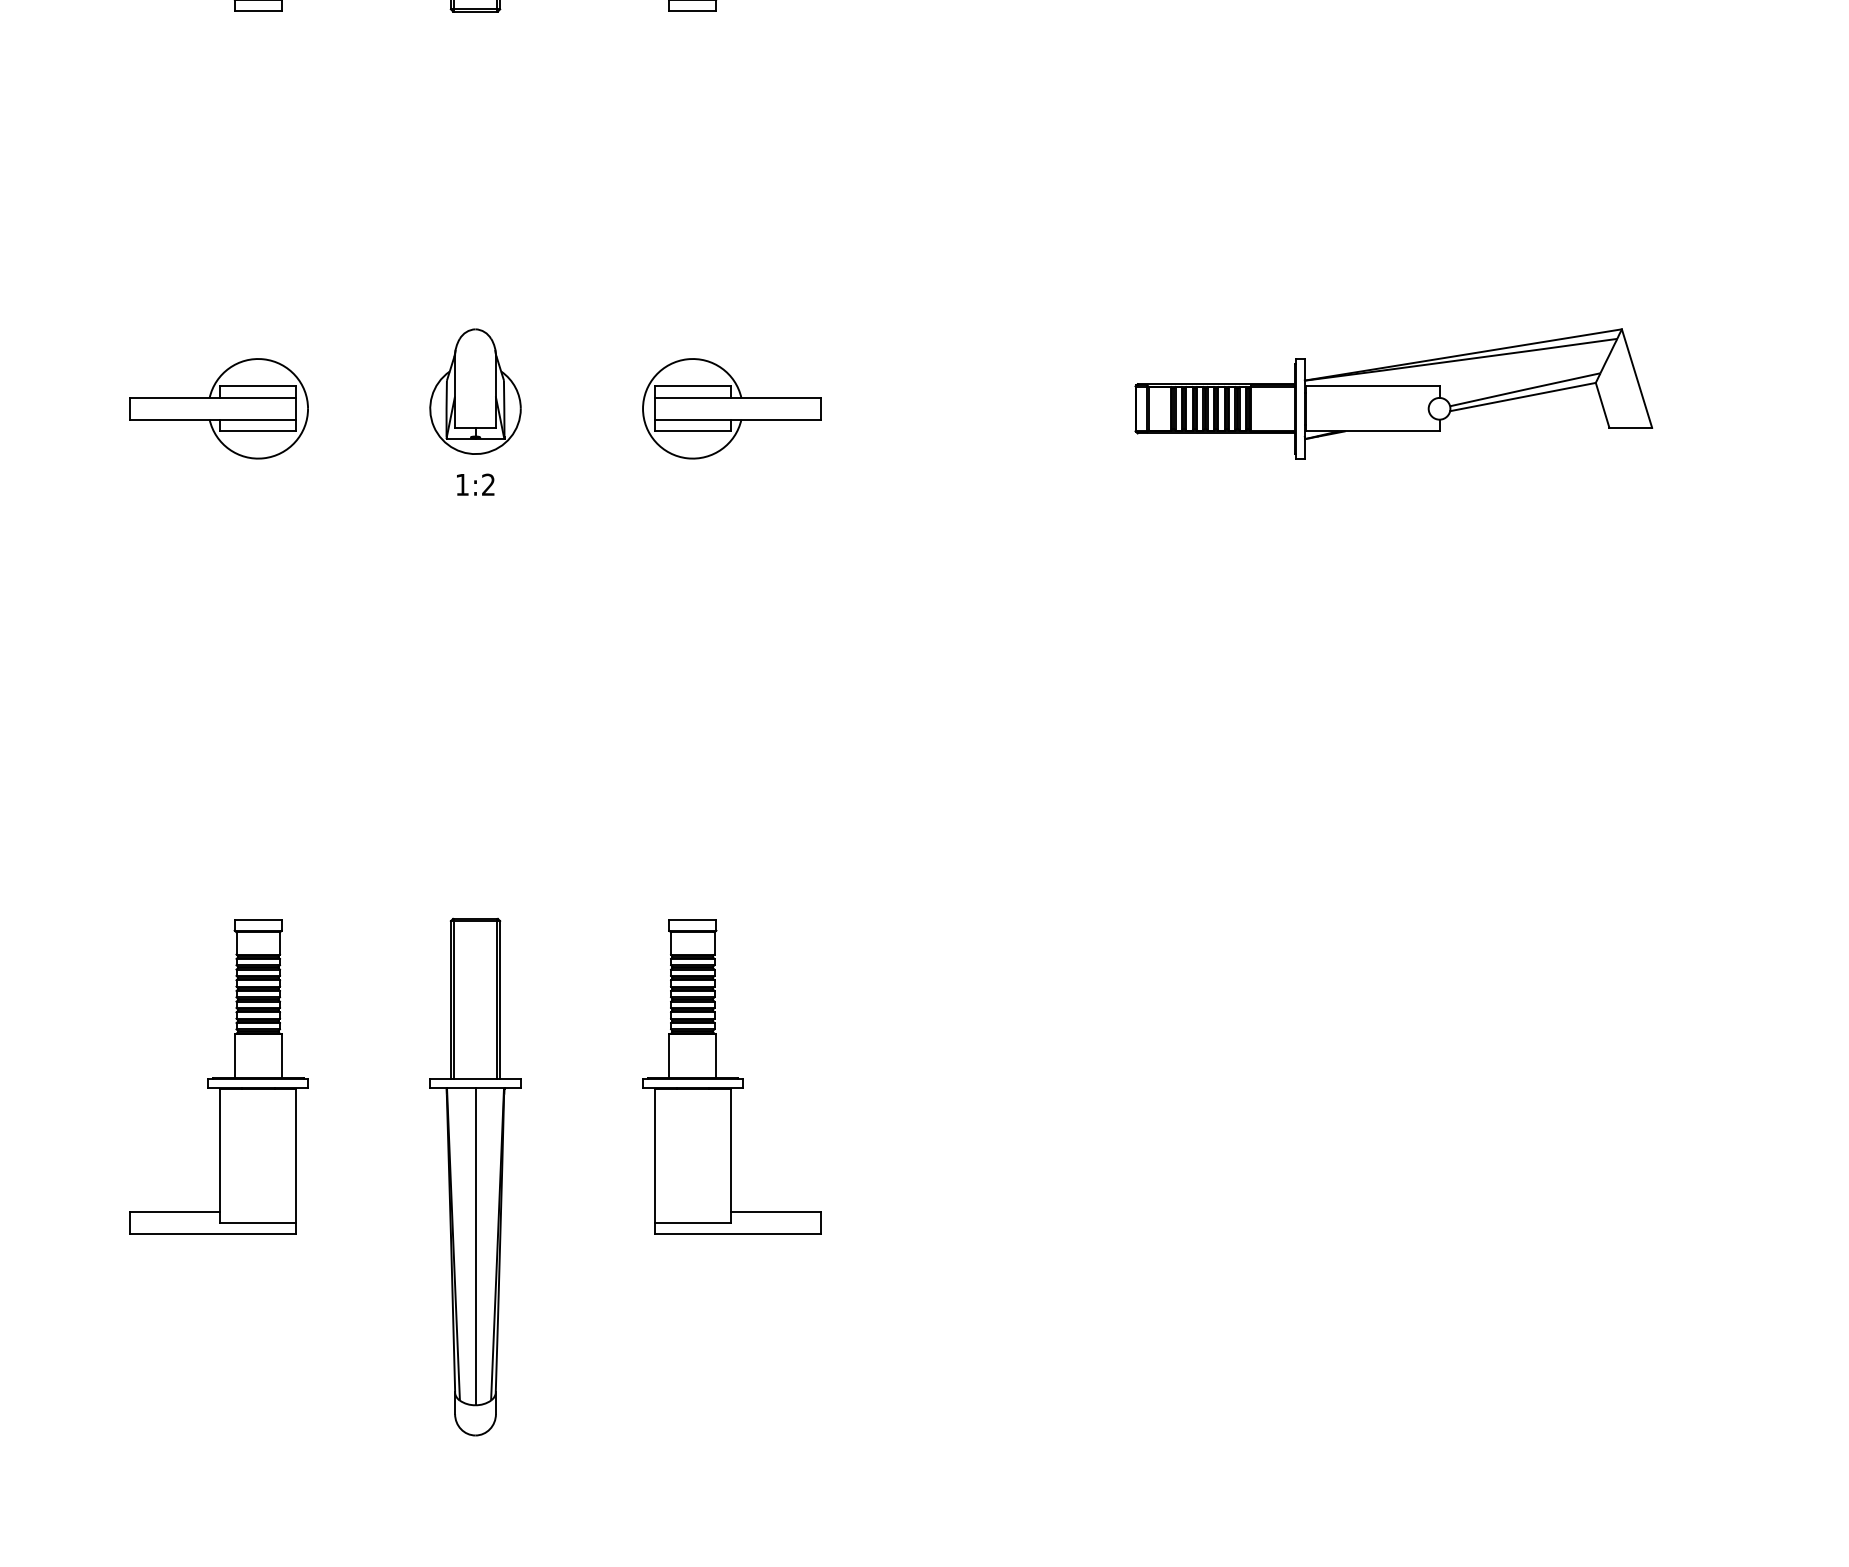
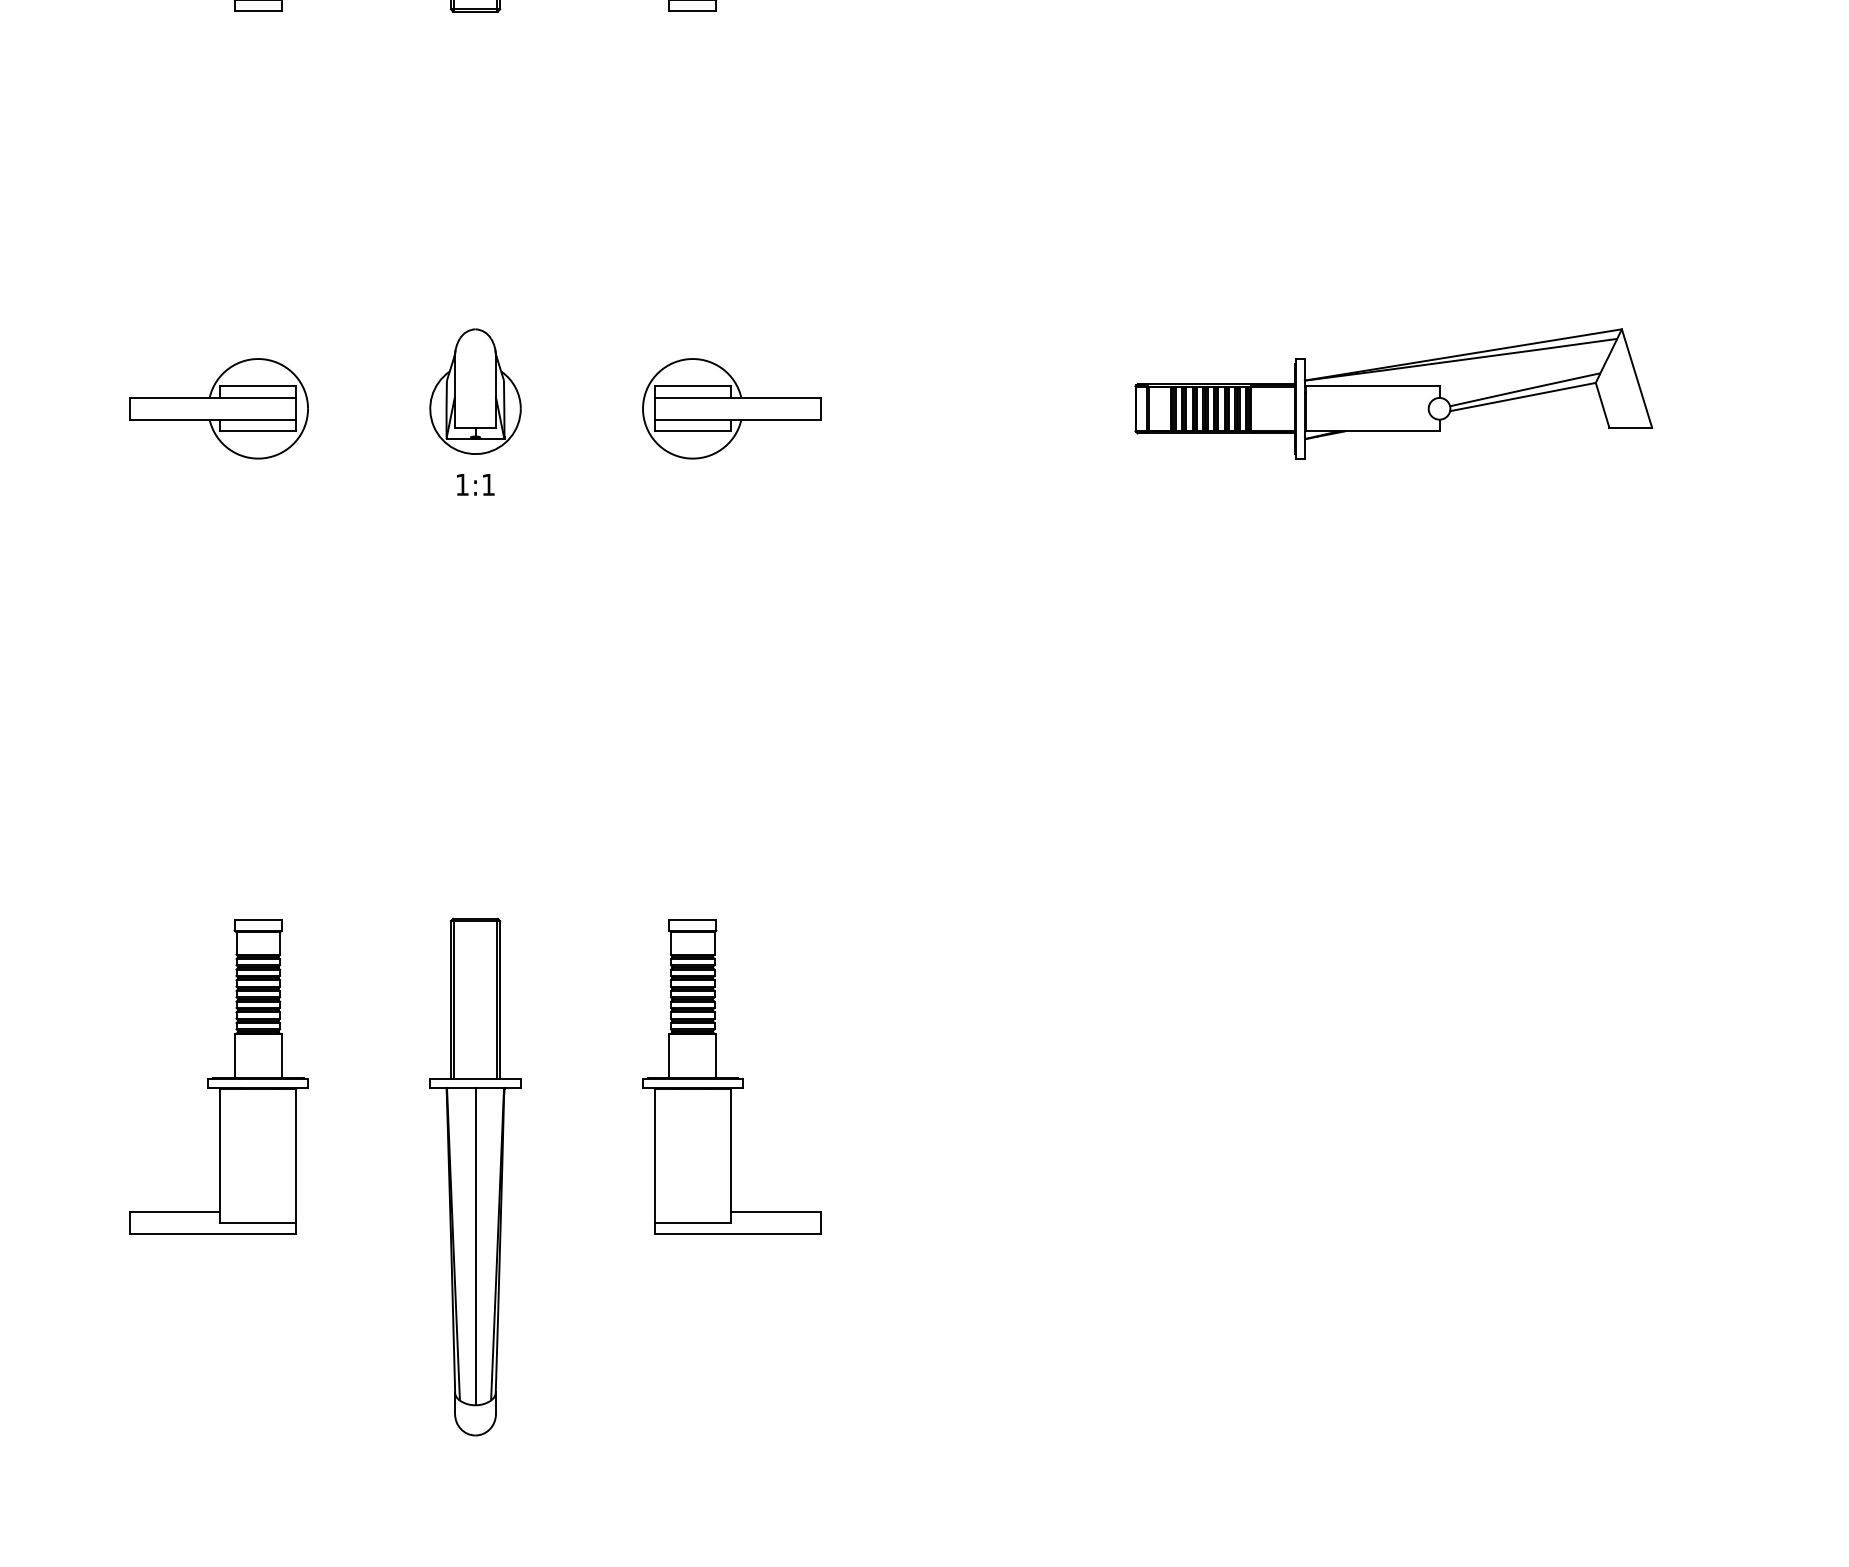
text at (488, 484): 1:2 -> 1:1
